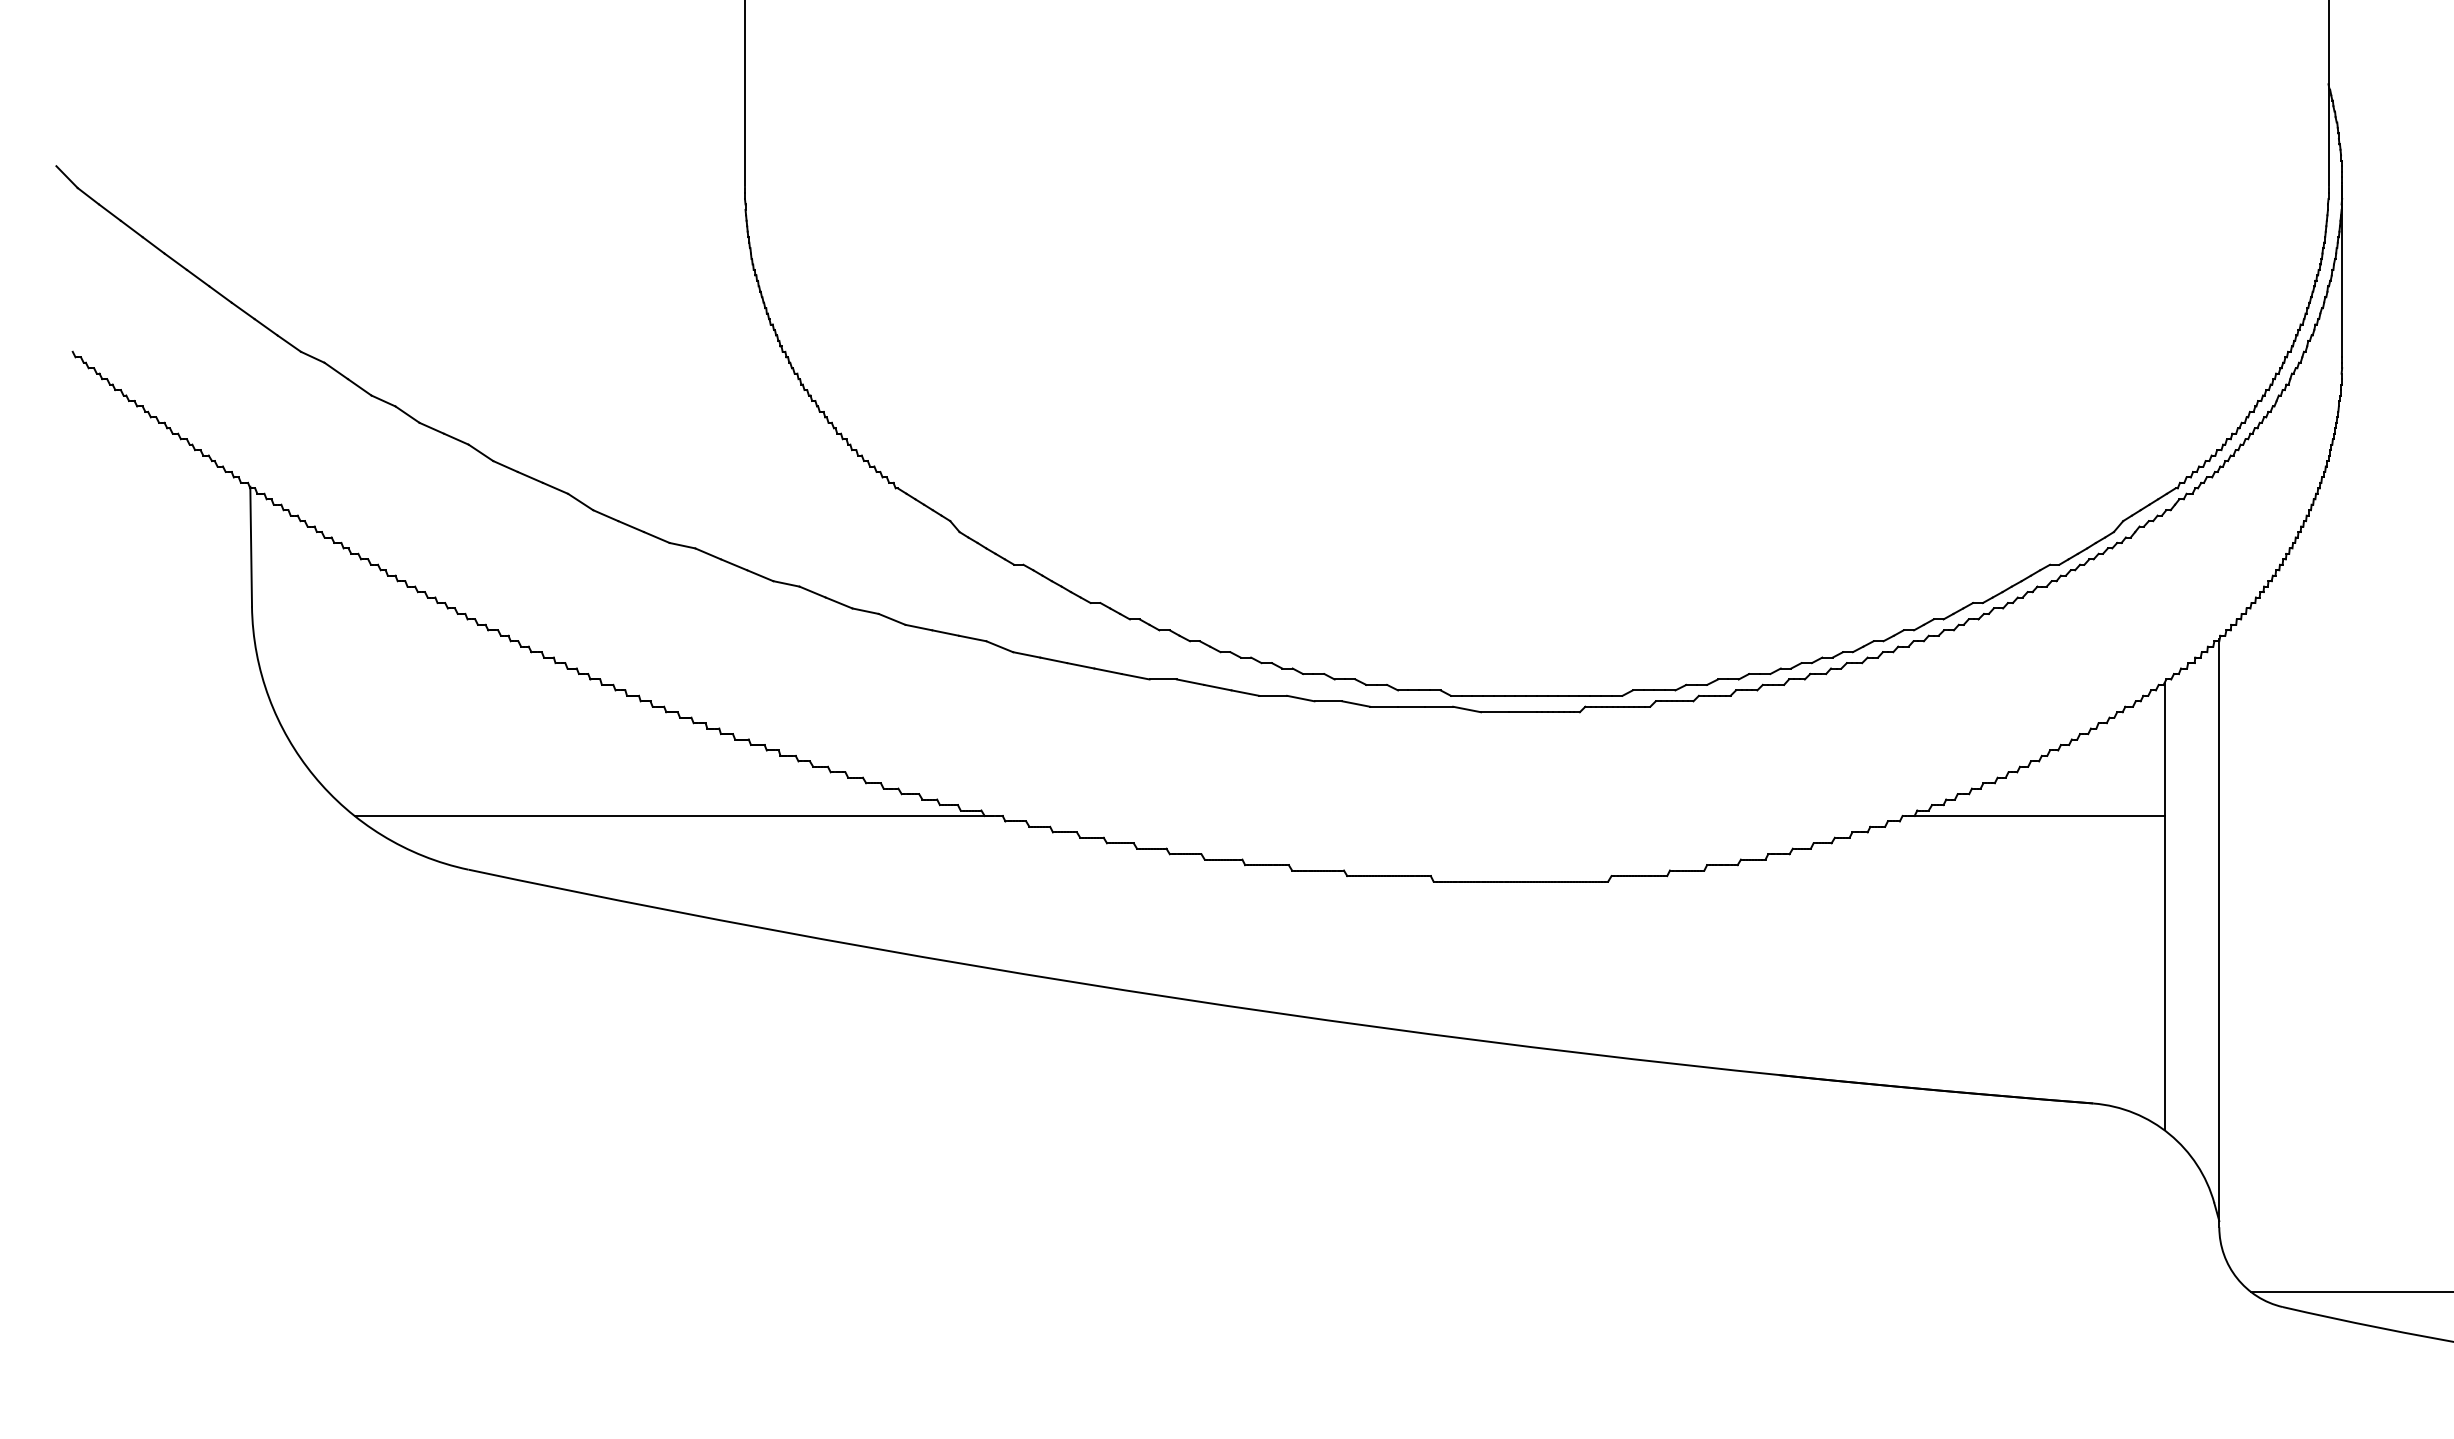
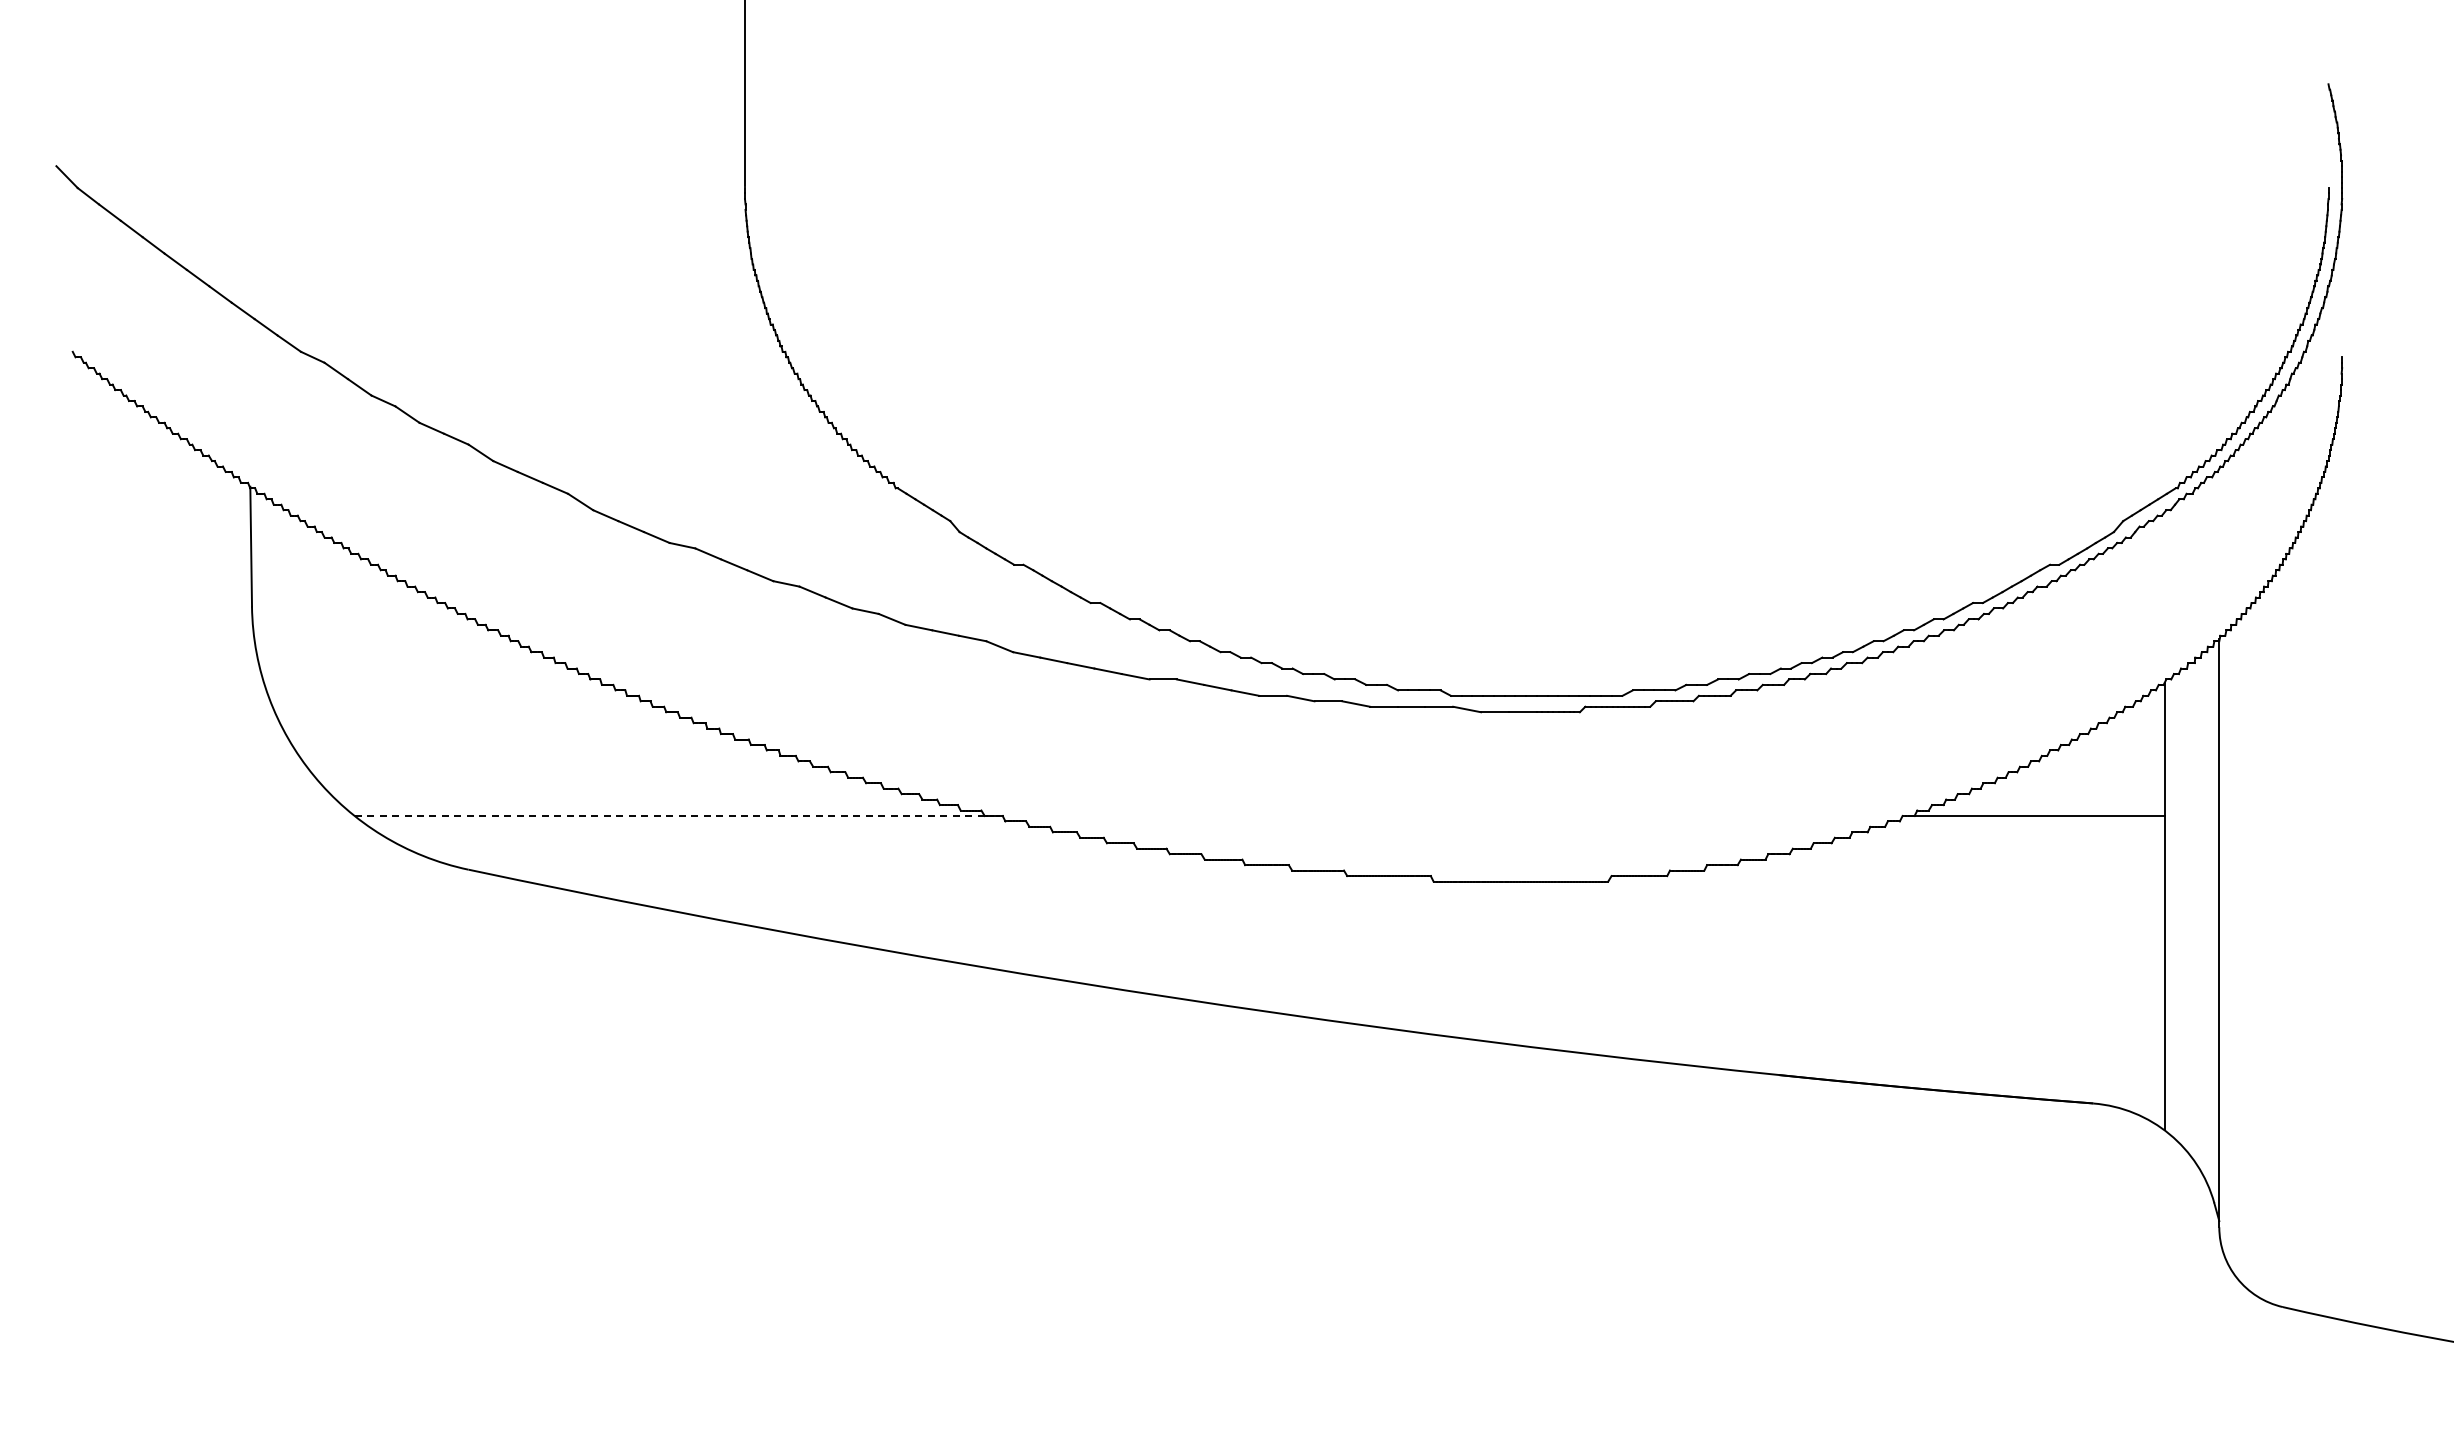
line at (2328, 94): present -> none
line at (2342, 271): present -> none
line at (674, 815): solid -> dashed
line at (2350, 1291): present -> none
